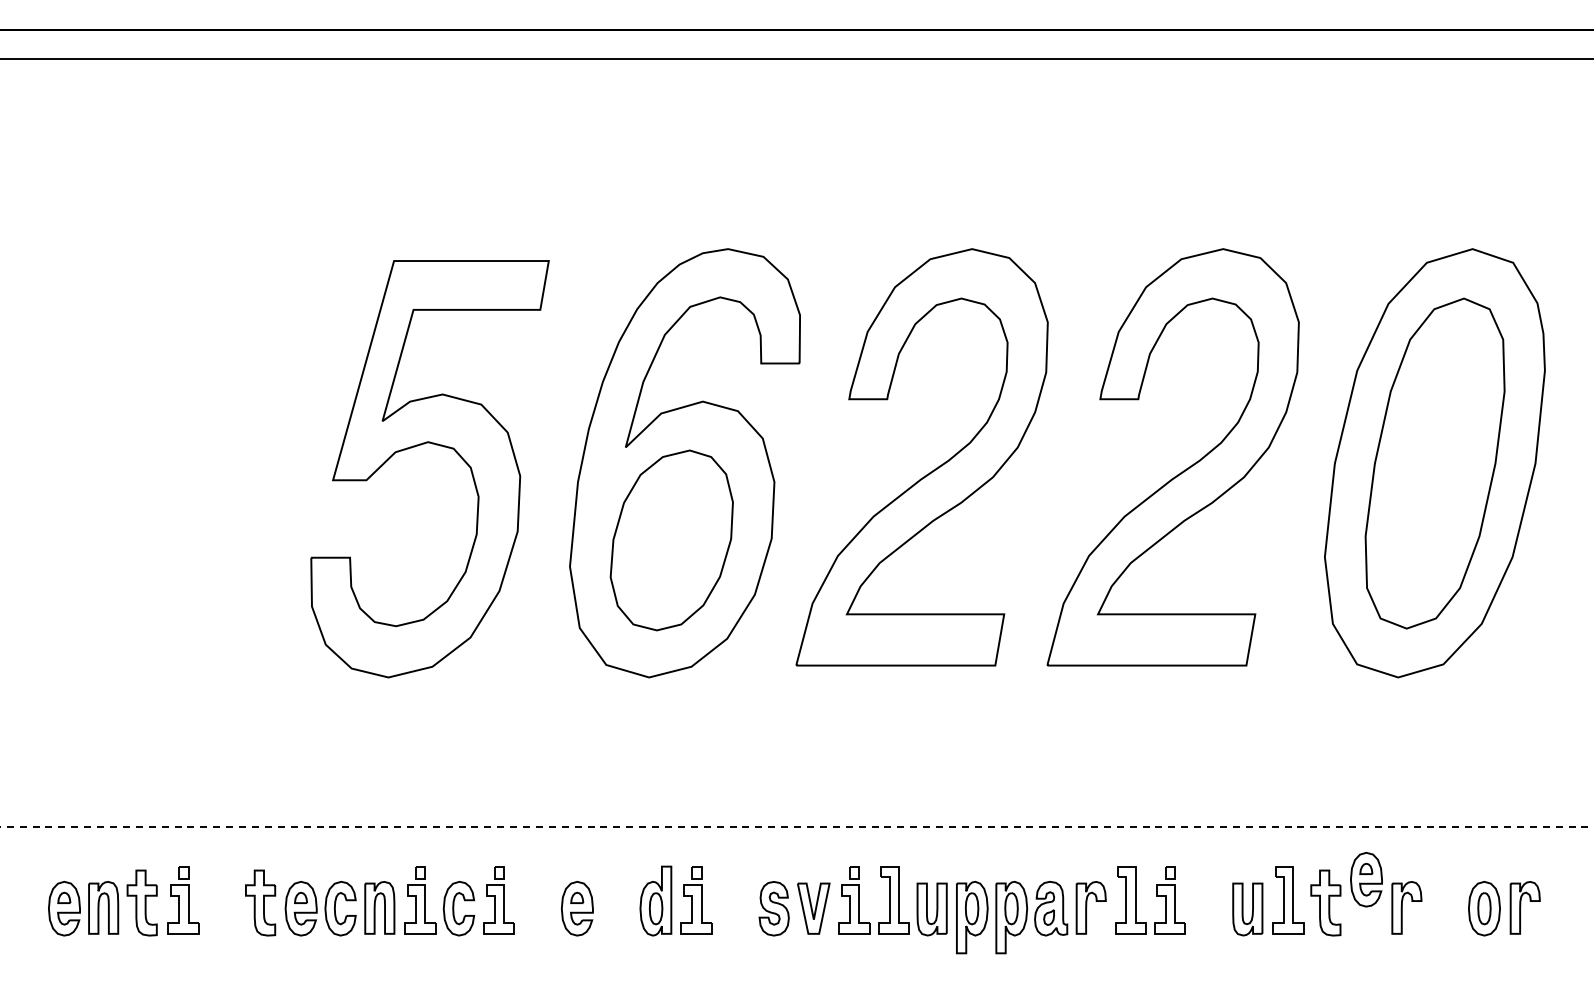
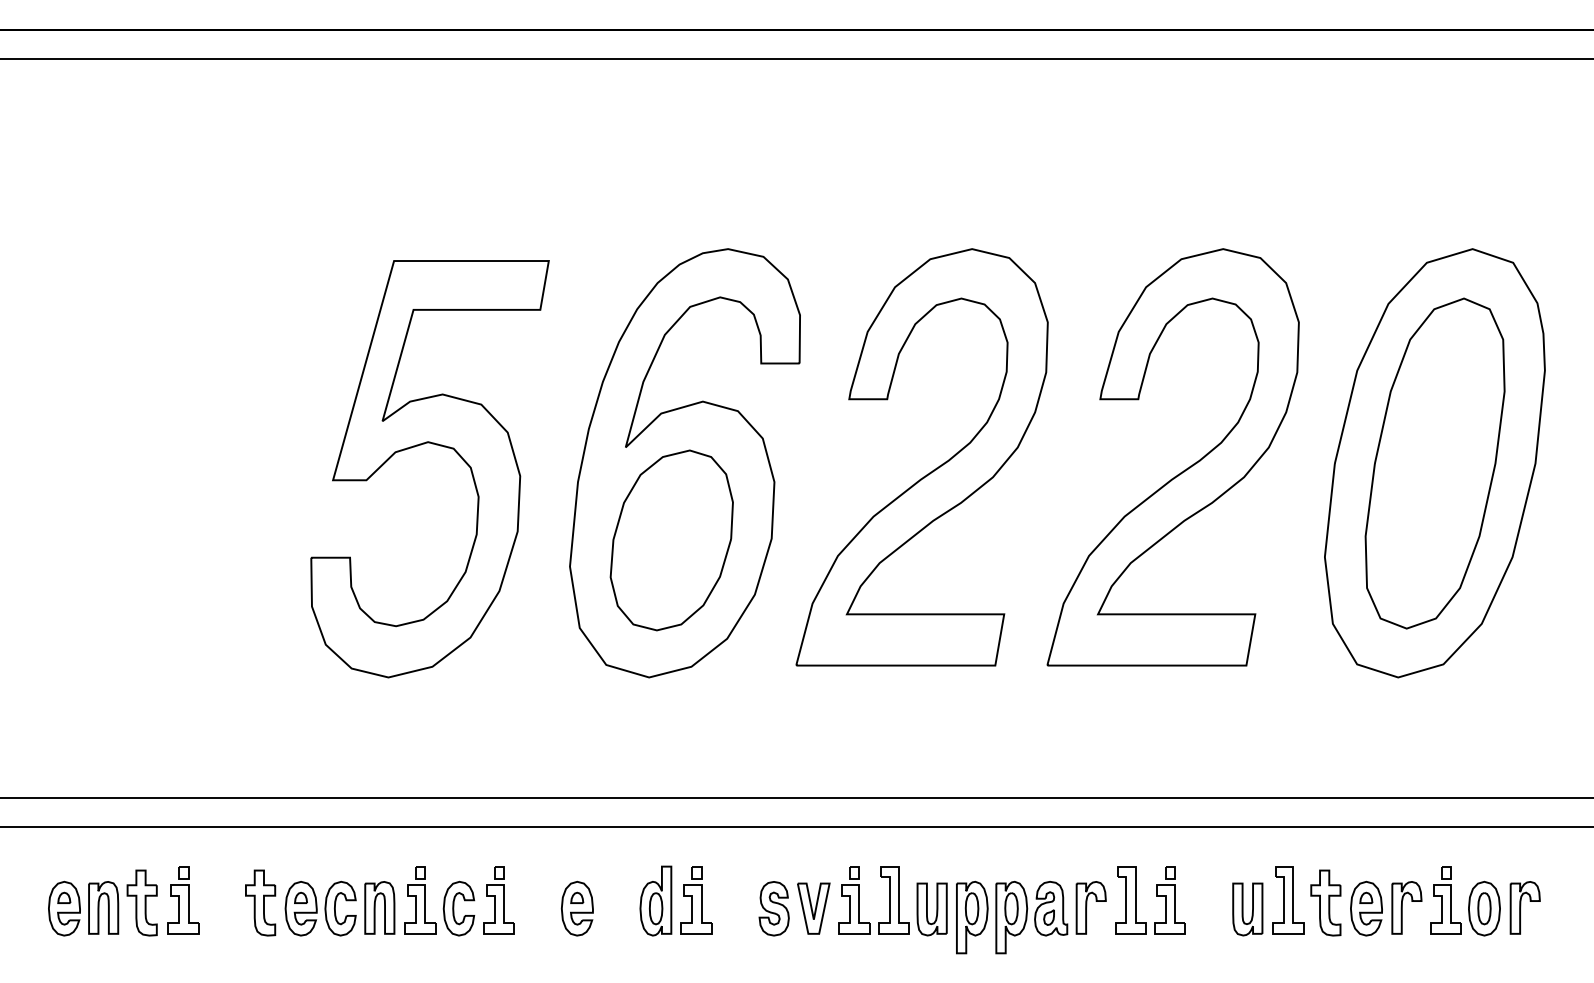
line at (796, 797): none -> present
line at (797, 827): dashed -> solid
part at (1366, 879) position: (1366, 879) -> (1366, 908)
part at (1445, 900): none -> present
